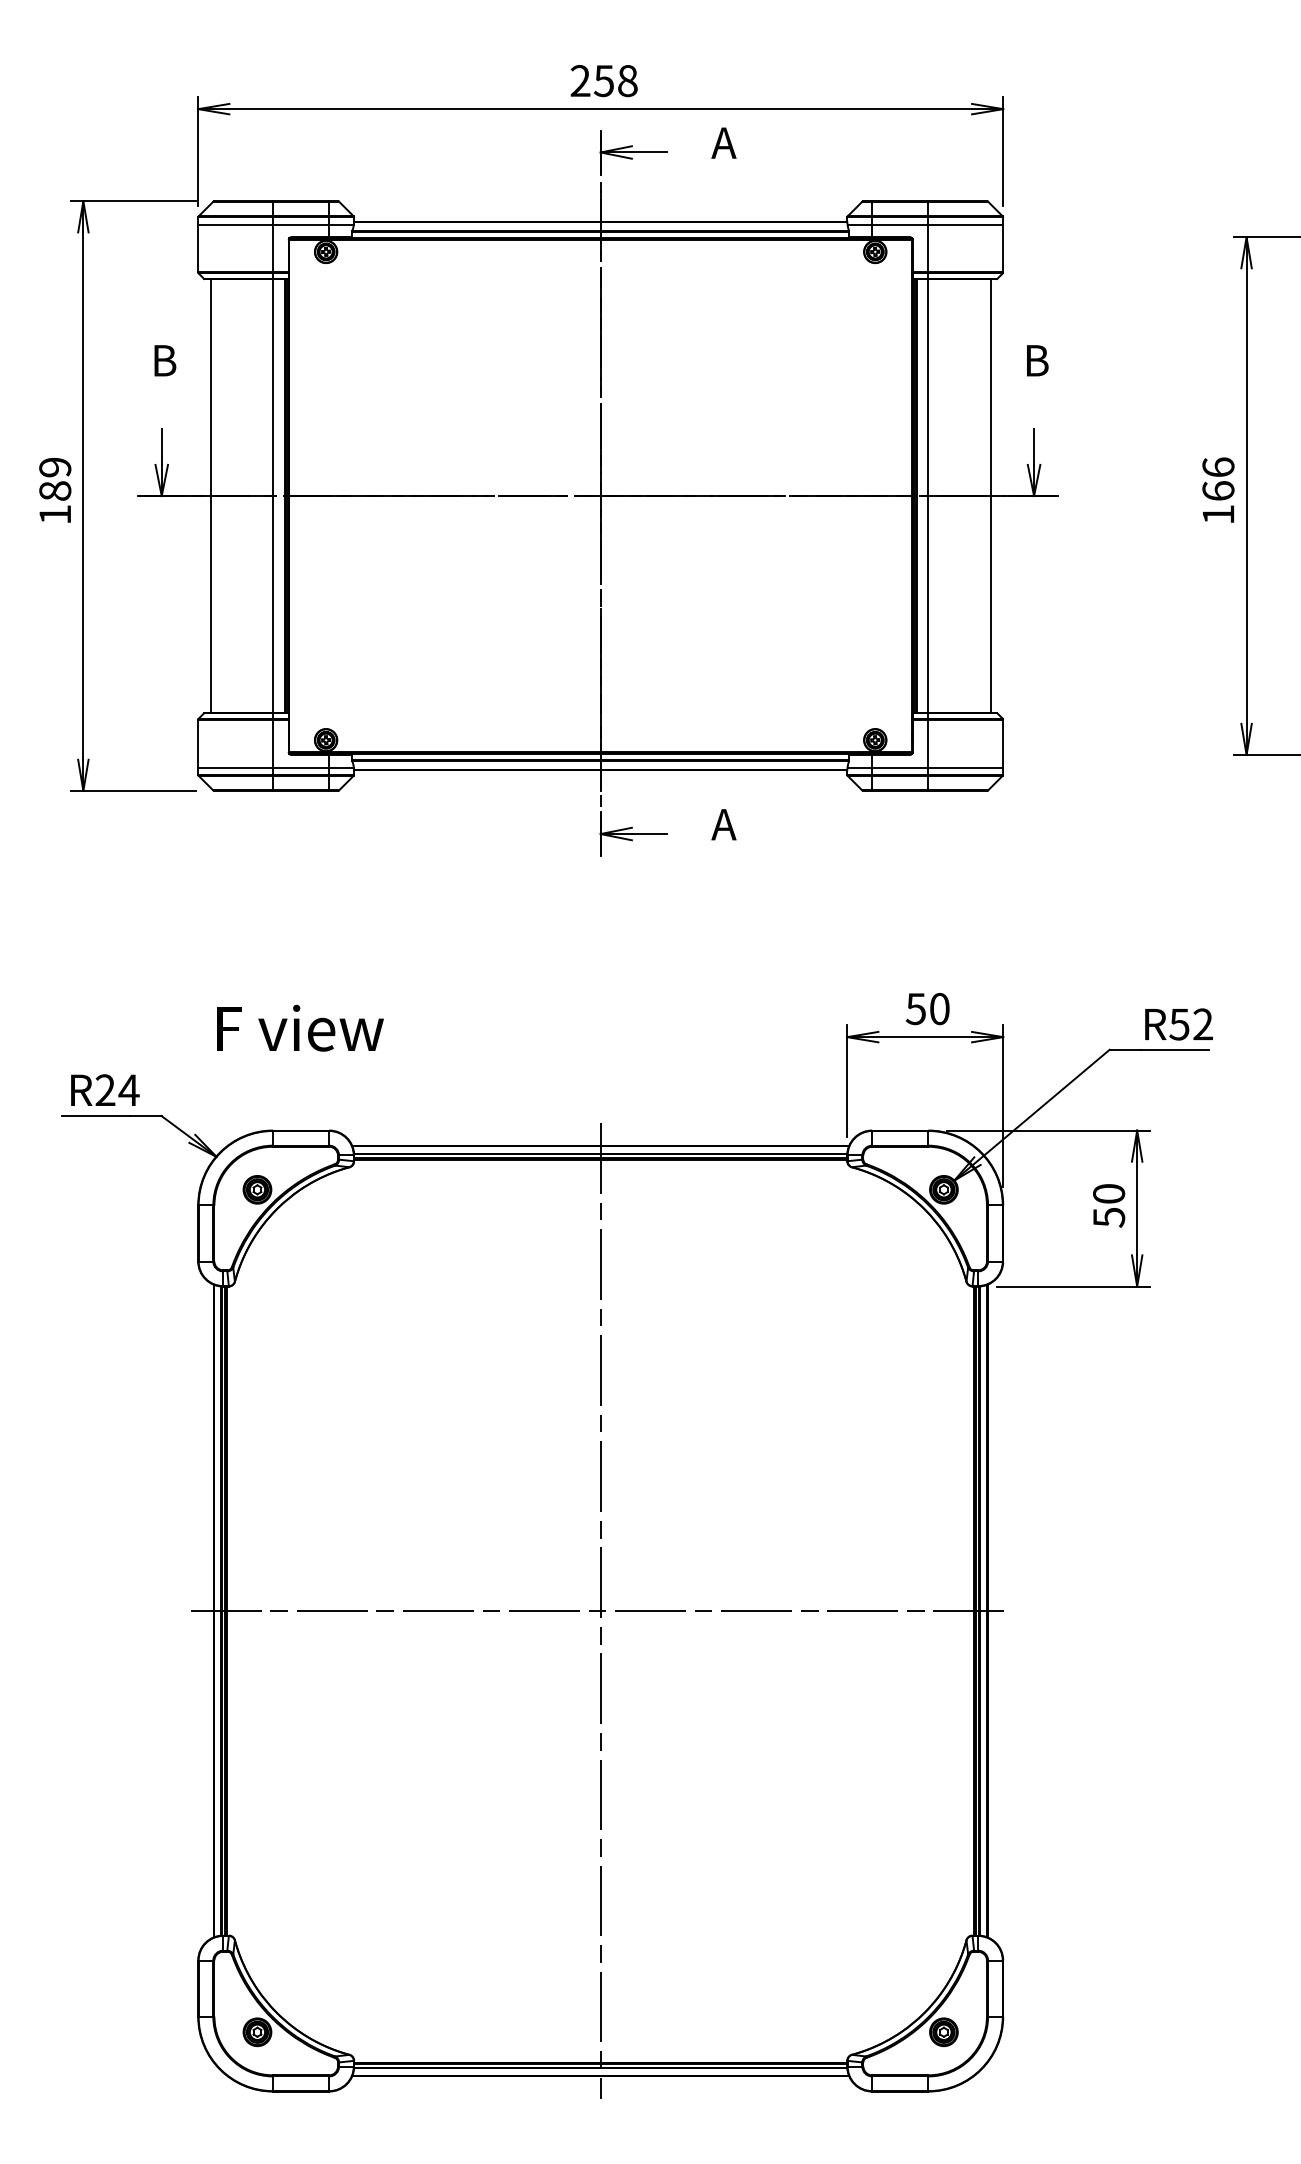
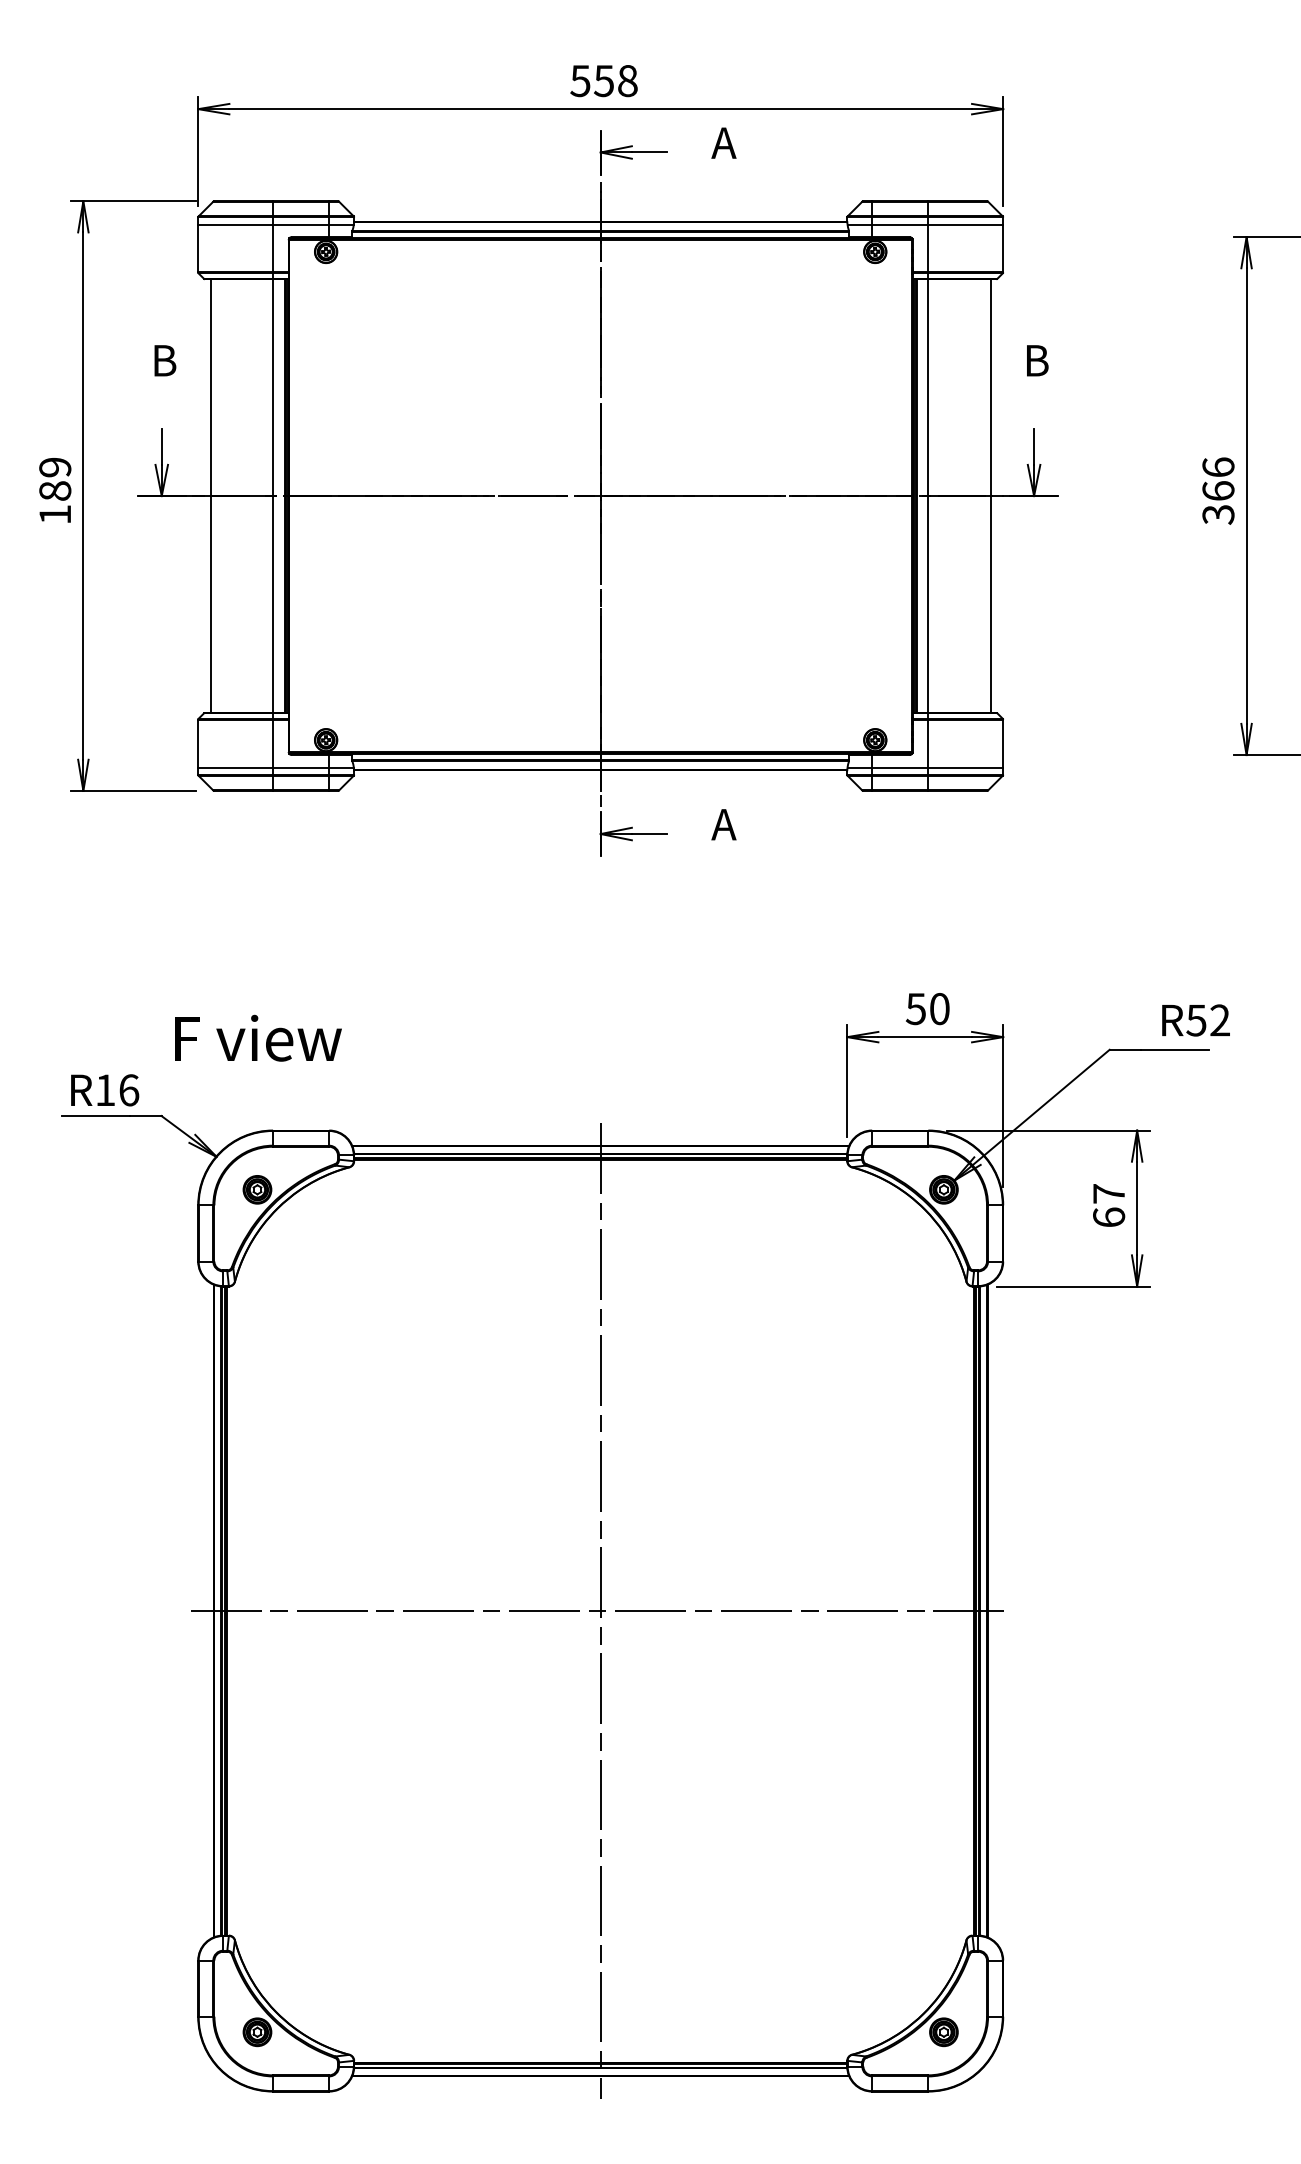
text at (580, 81): 258 -> 558
text at (1218, 514): 166 -> 366
text at (1178, 1024) position: (1178, 1024) -> (1195, 1020)
text at (300, 1027) position: (300, 1027) -> (258, 1037)
text at (117, 1090): R24 -> R16
text at (1109, 1205): 50 -> 67
